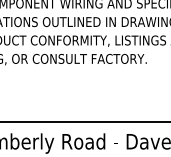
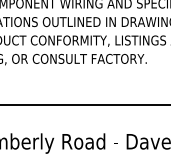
line at (84, 122) position: (84, 122) -> (84, 105)
